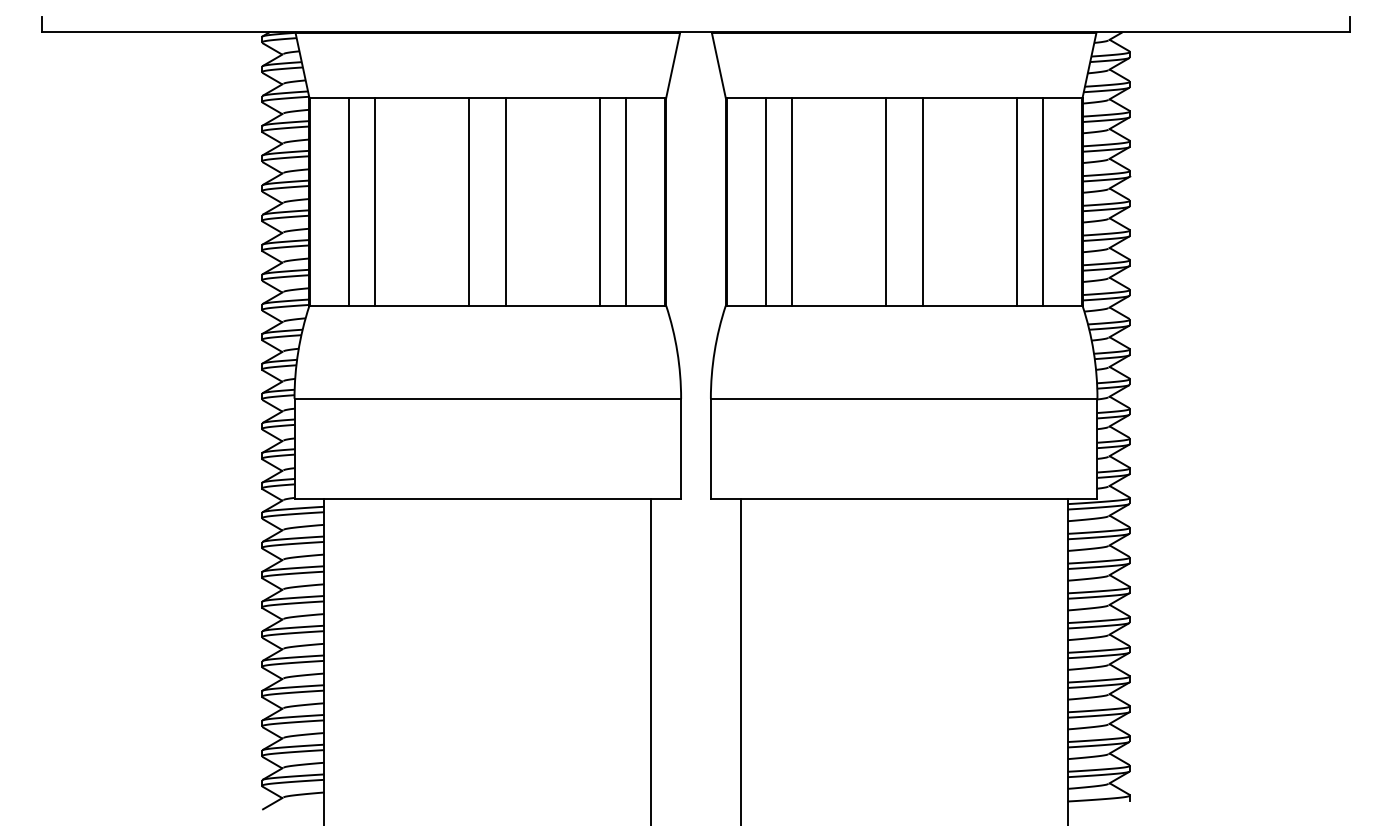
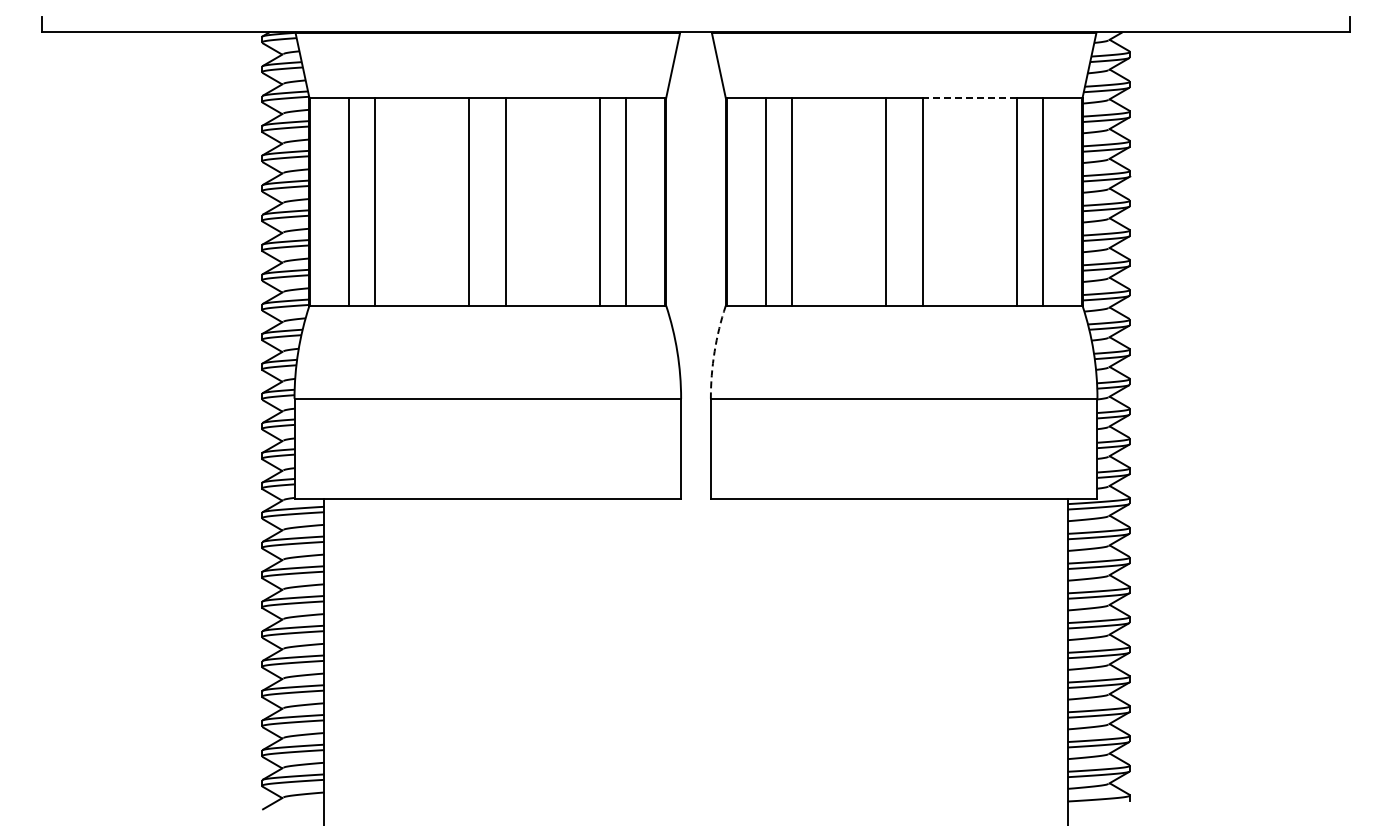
line at (969, 97): solid -> dashed
arc at (714, 351): solid -> dashed
line at (651, 660): present -> none
line at (740, 660): present -> none
